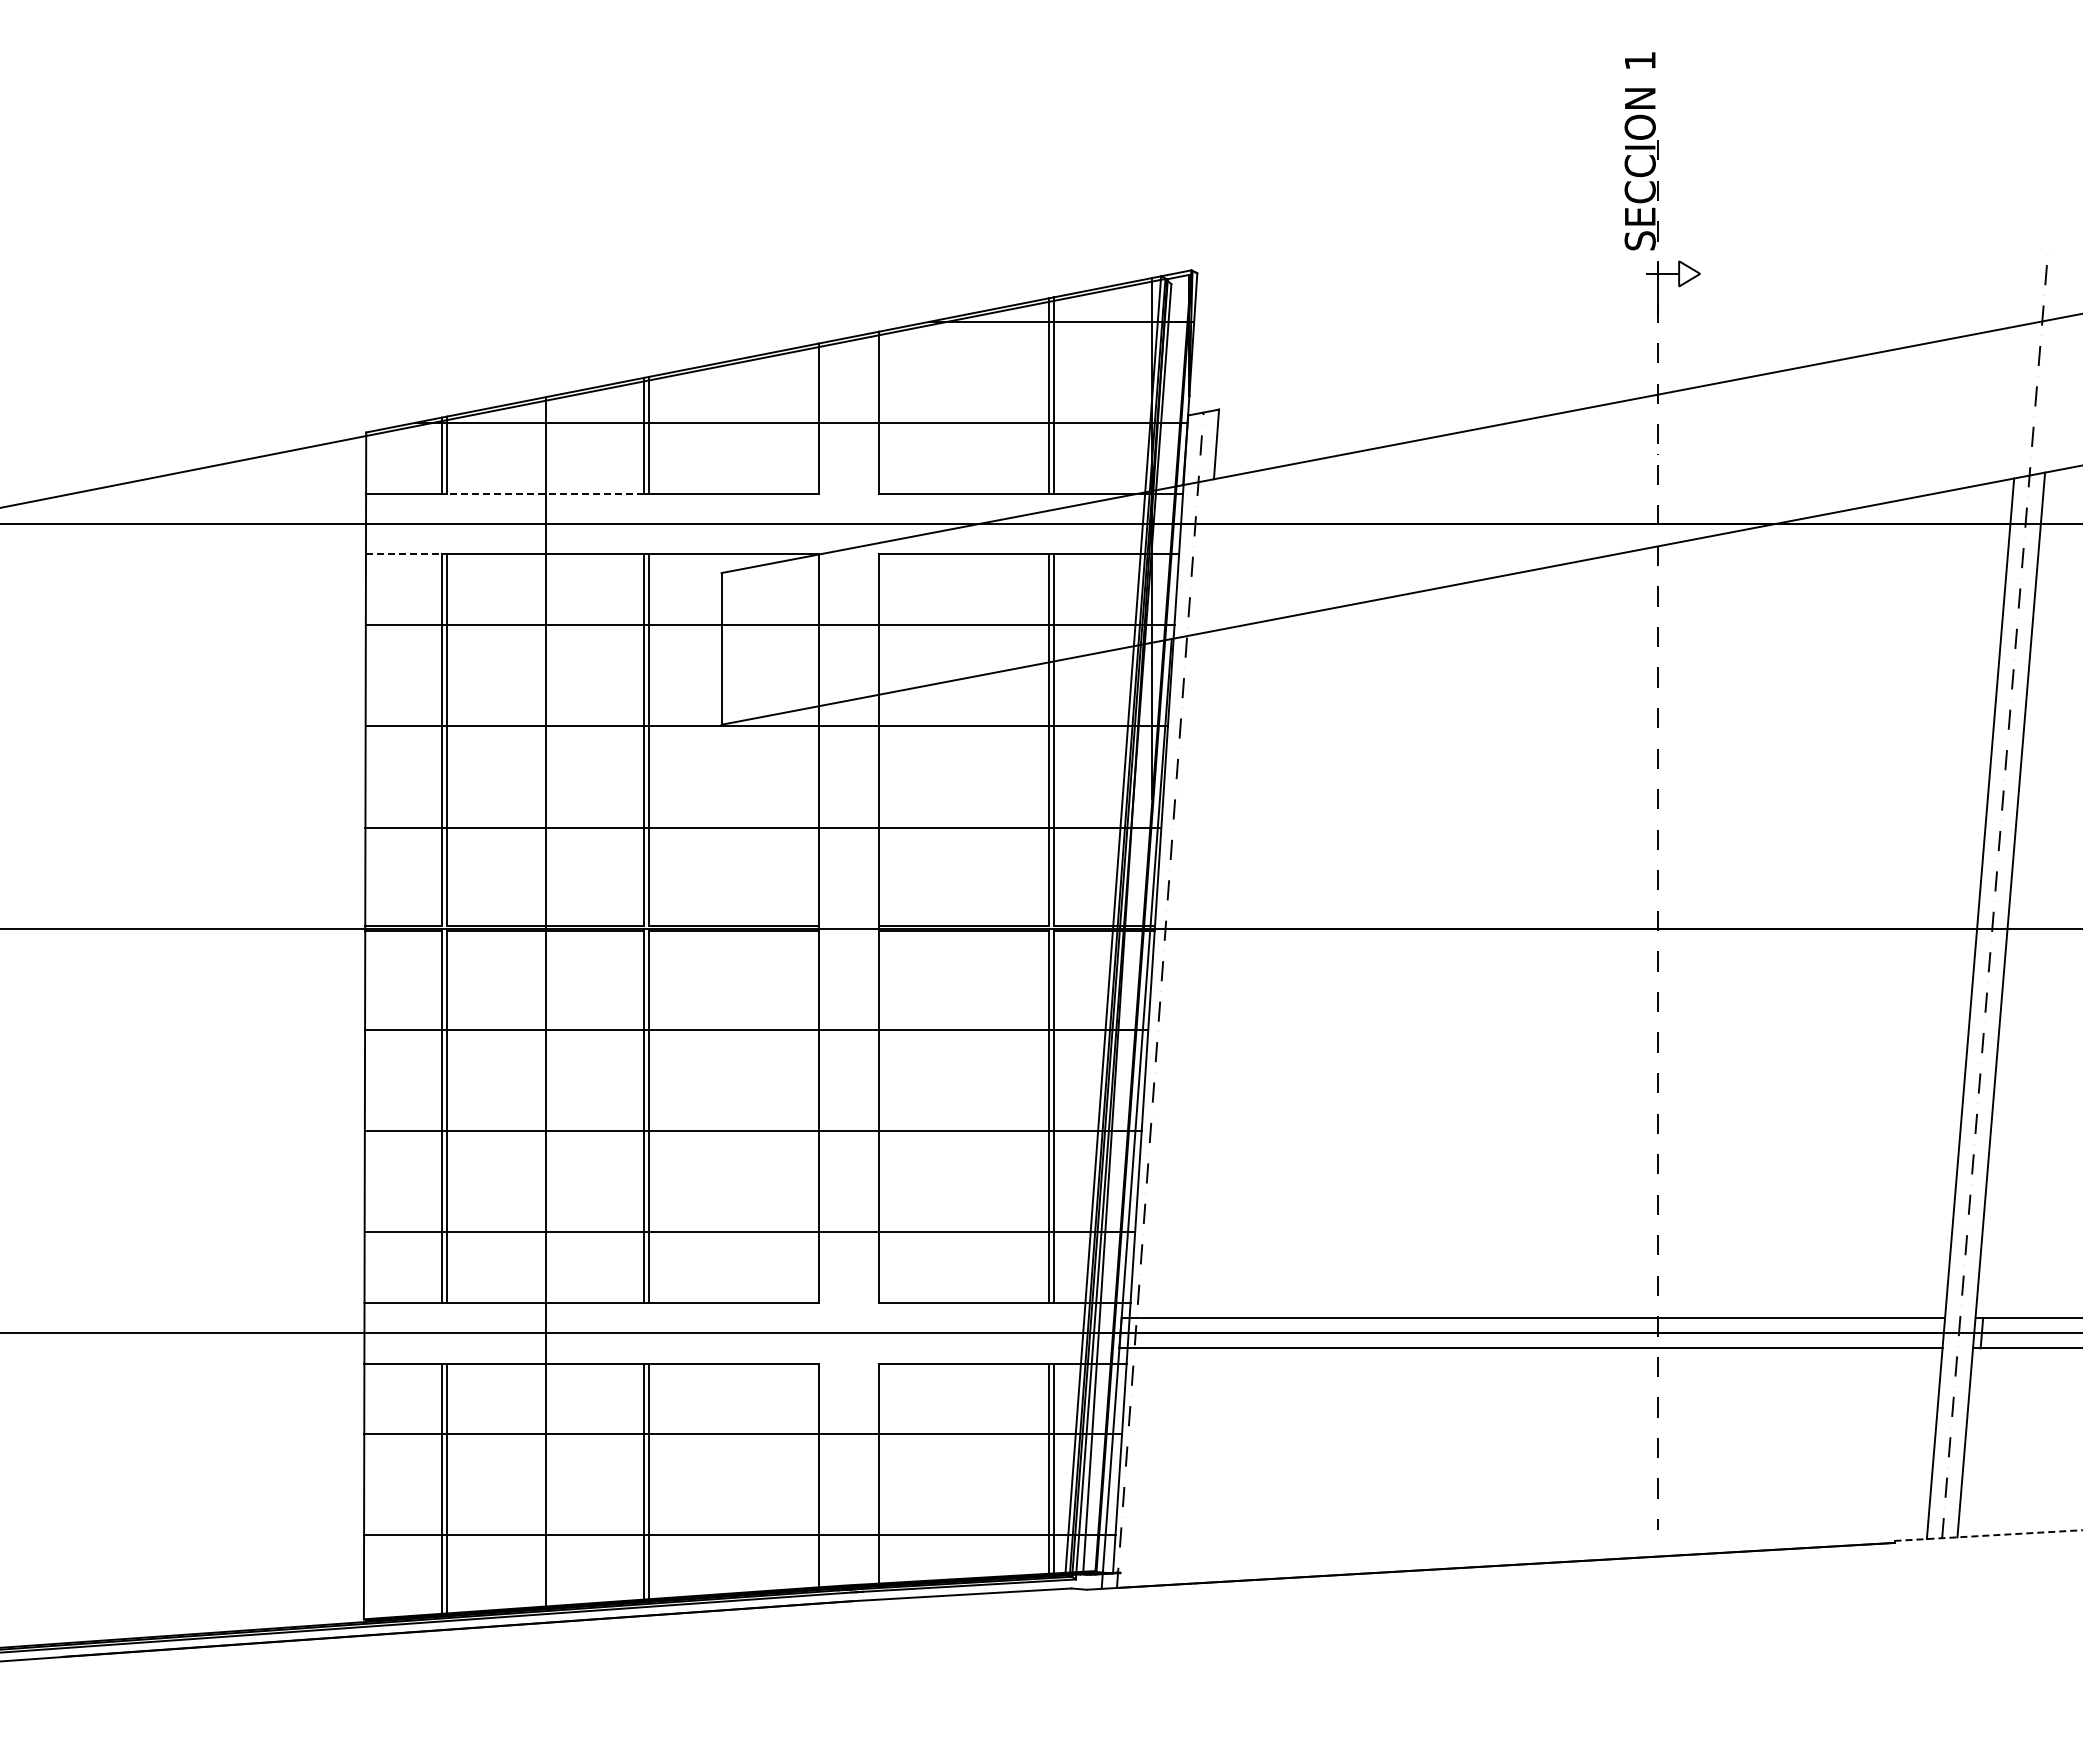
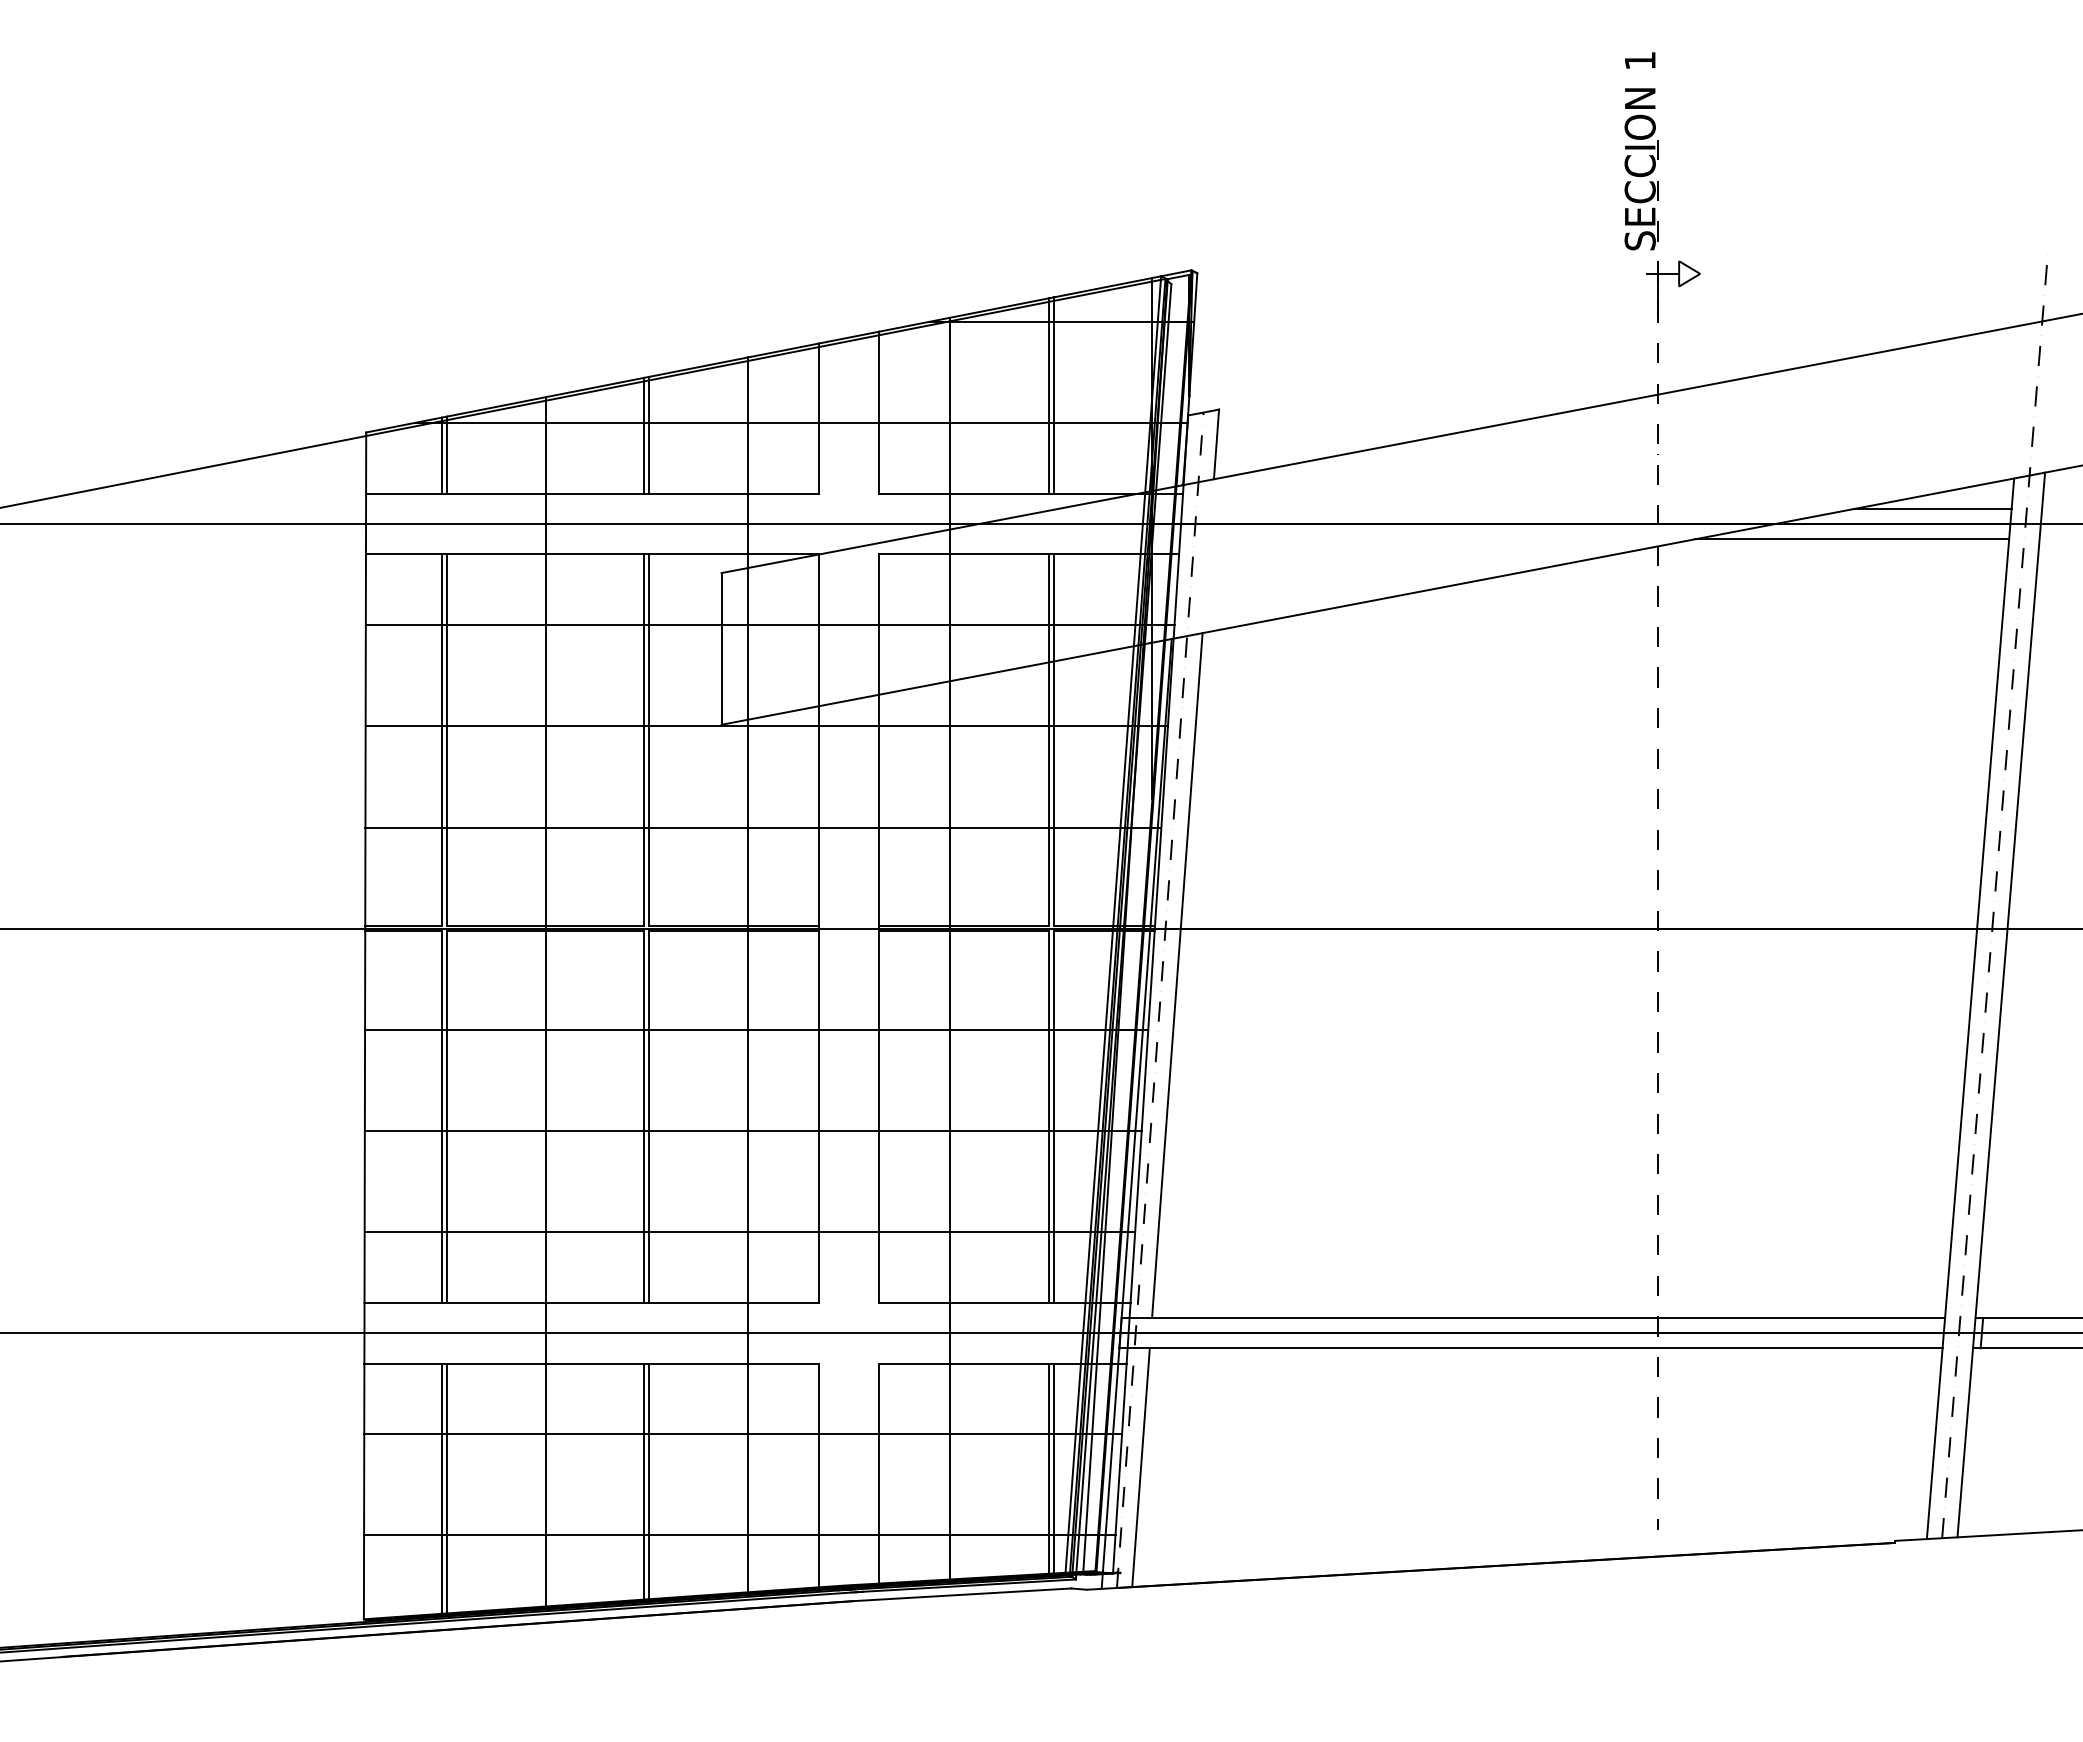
line at (545, 493): dashed -> solid
line at (1932, 508): none -> present
line at (1852, 539): none -> present
line at (403, 554): dashed -> solid
line at (950, 948): none -> present
line at (747, 974): none -> present
line at (1177, 975): none -> present
line at (1140, 1467): none -> present
line at (1988, 1535): dashed -> solid
